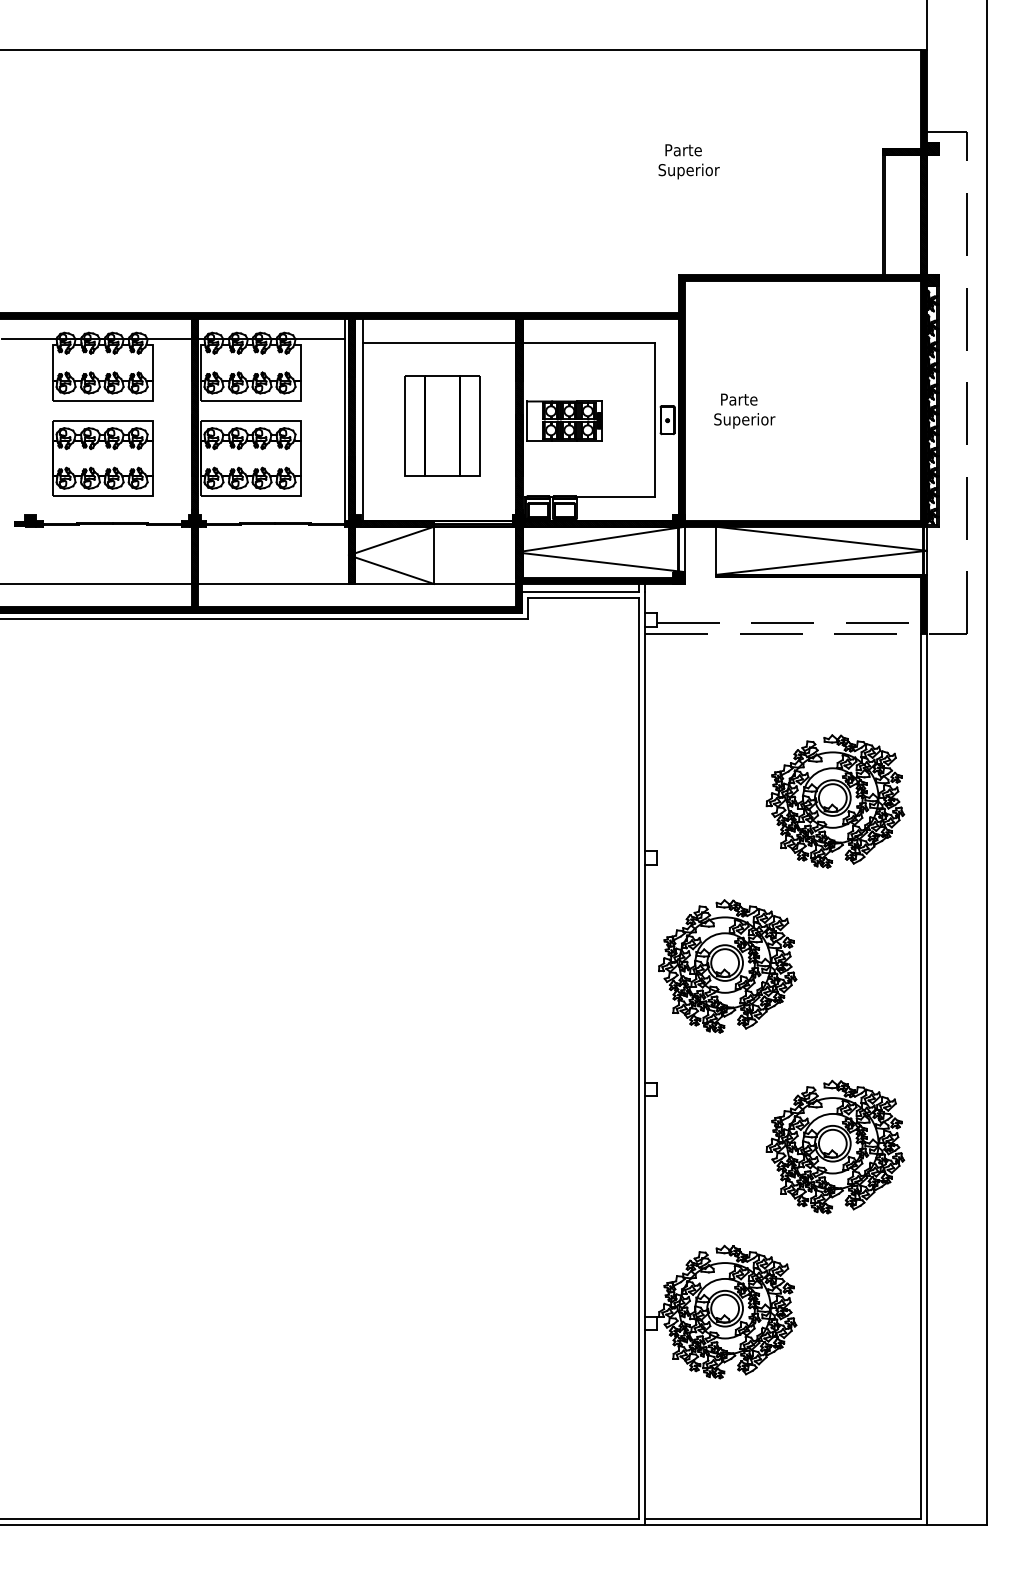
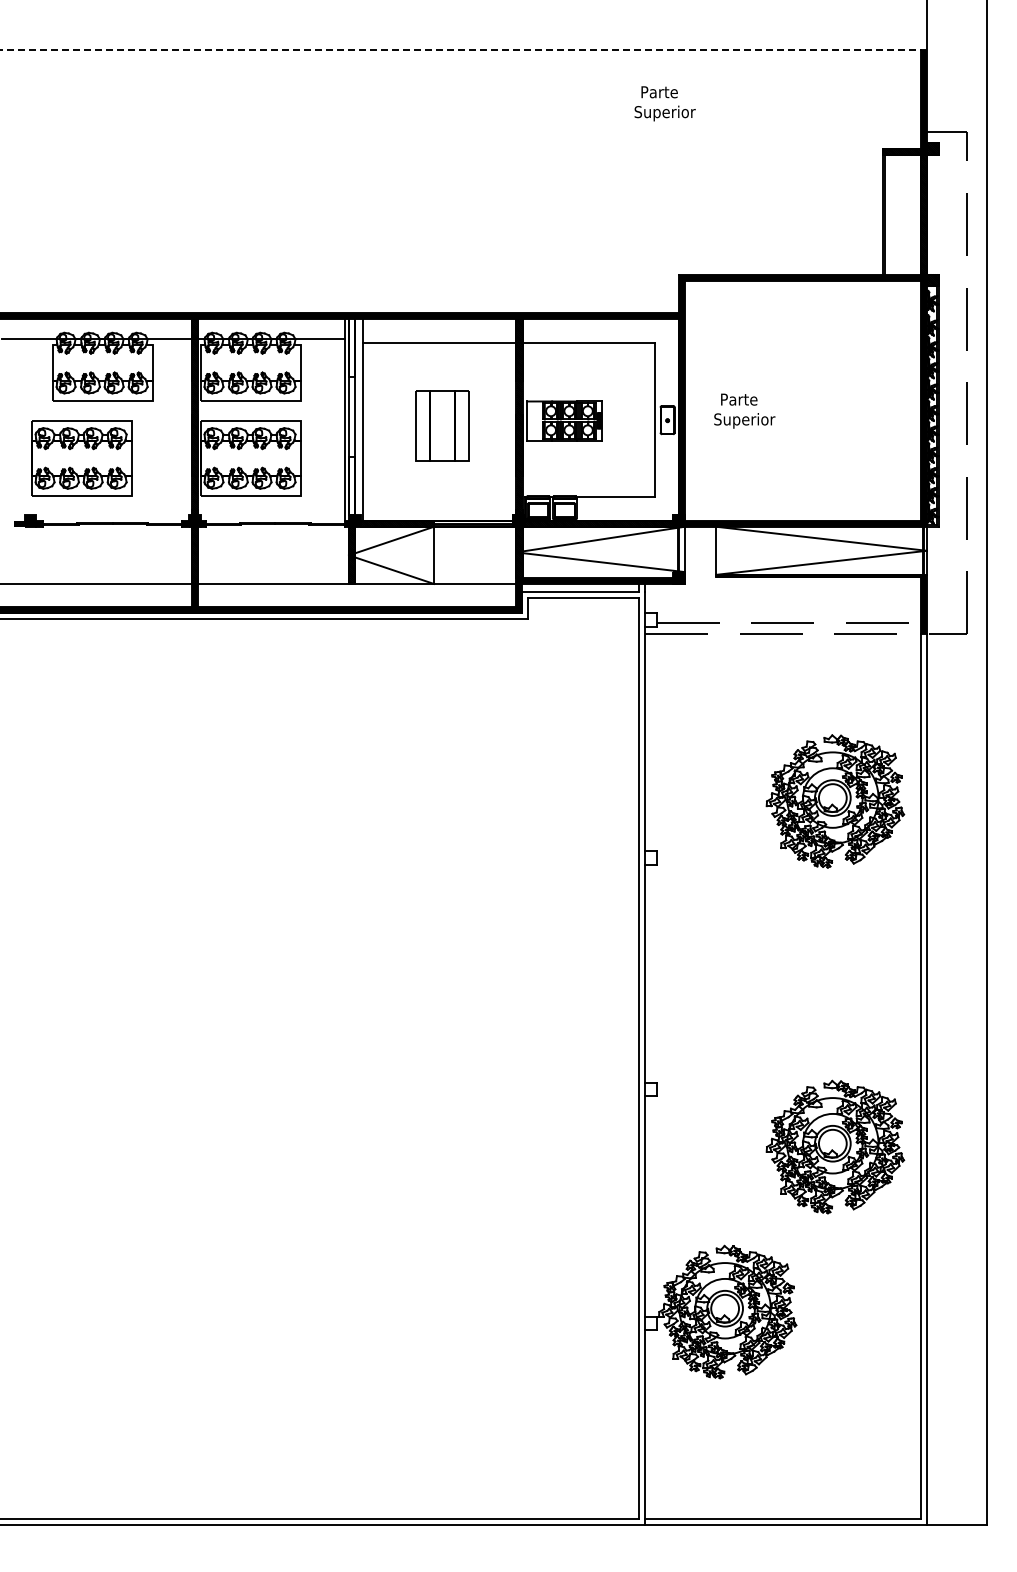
line at (462, 50): solid -> dashed
text at (688, 161) position: (688, 161) -> (664, 103)
hatch at (352, 416): present -> none
part at (442, 425) size: 77x102 px -> 55x72 px
part at (102, 458) position: (102, 458) -> (81, 458)
part at (727, 966): present -> none
